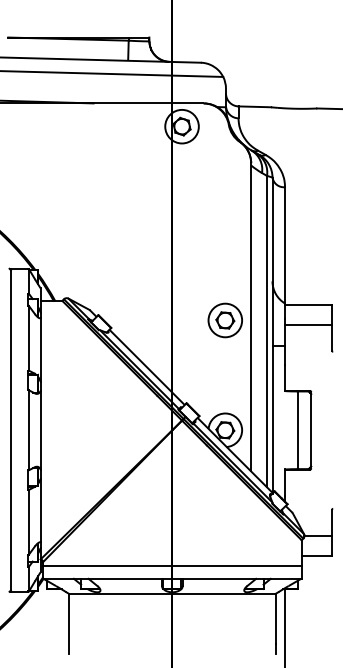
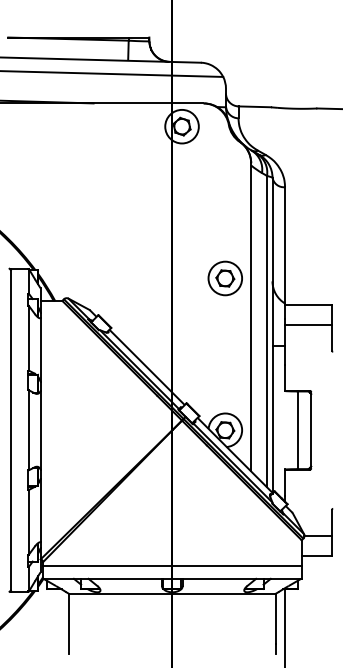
part at (224, 320) position: (224, 320) -> (224, 278)
